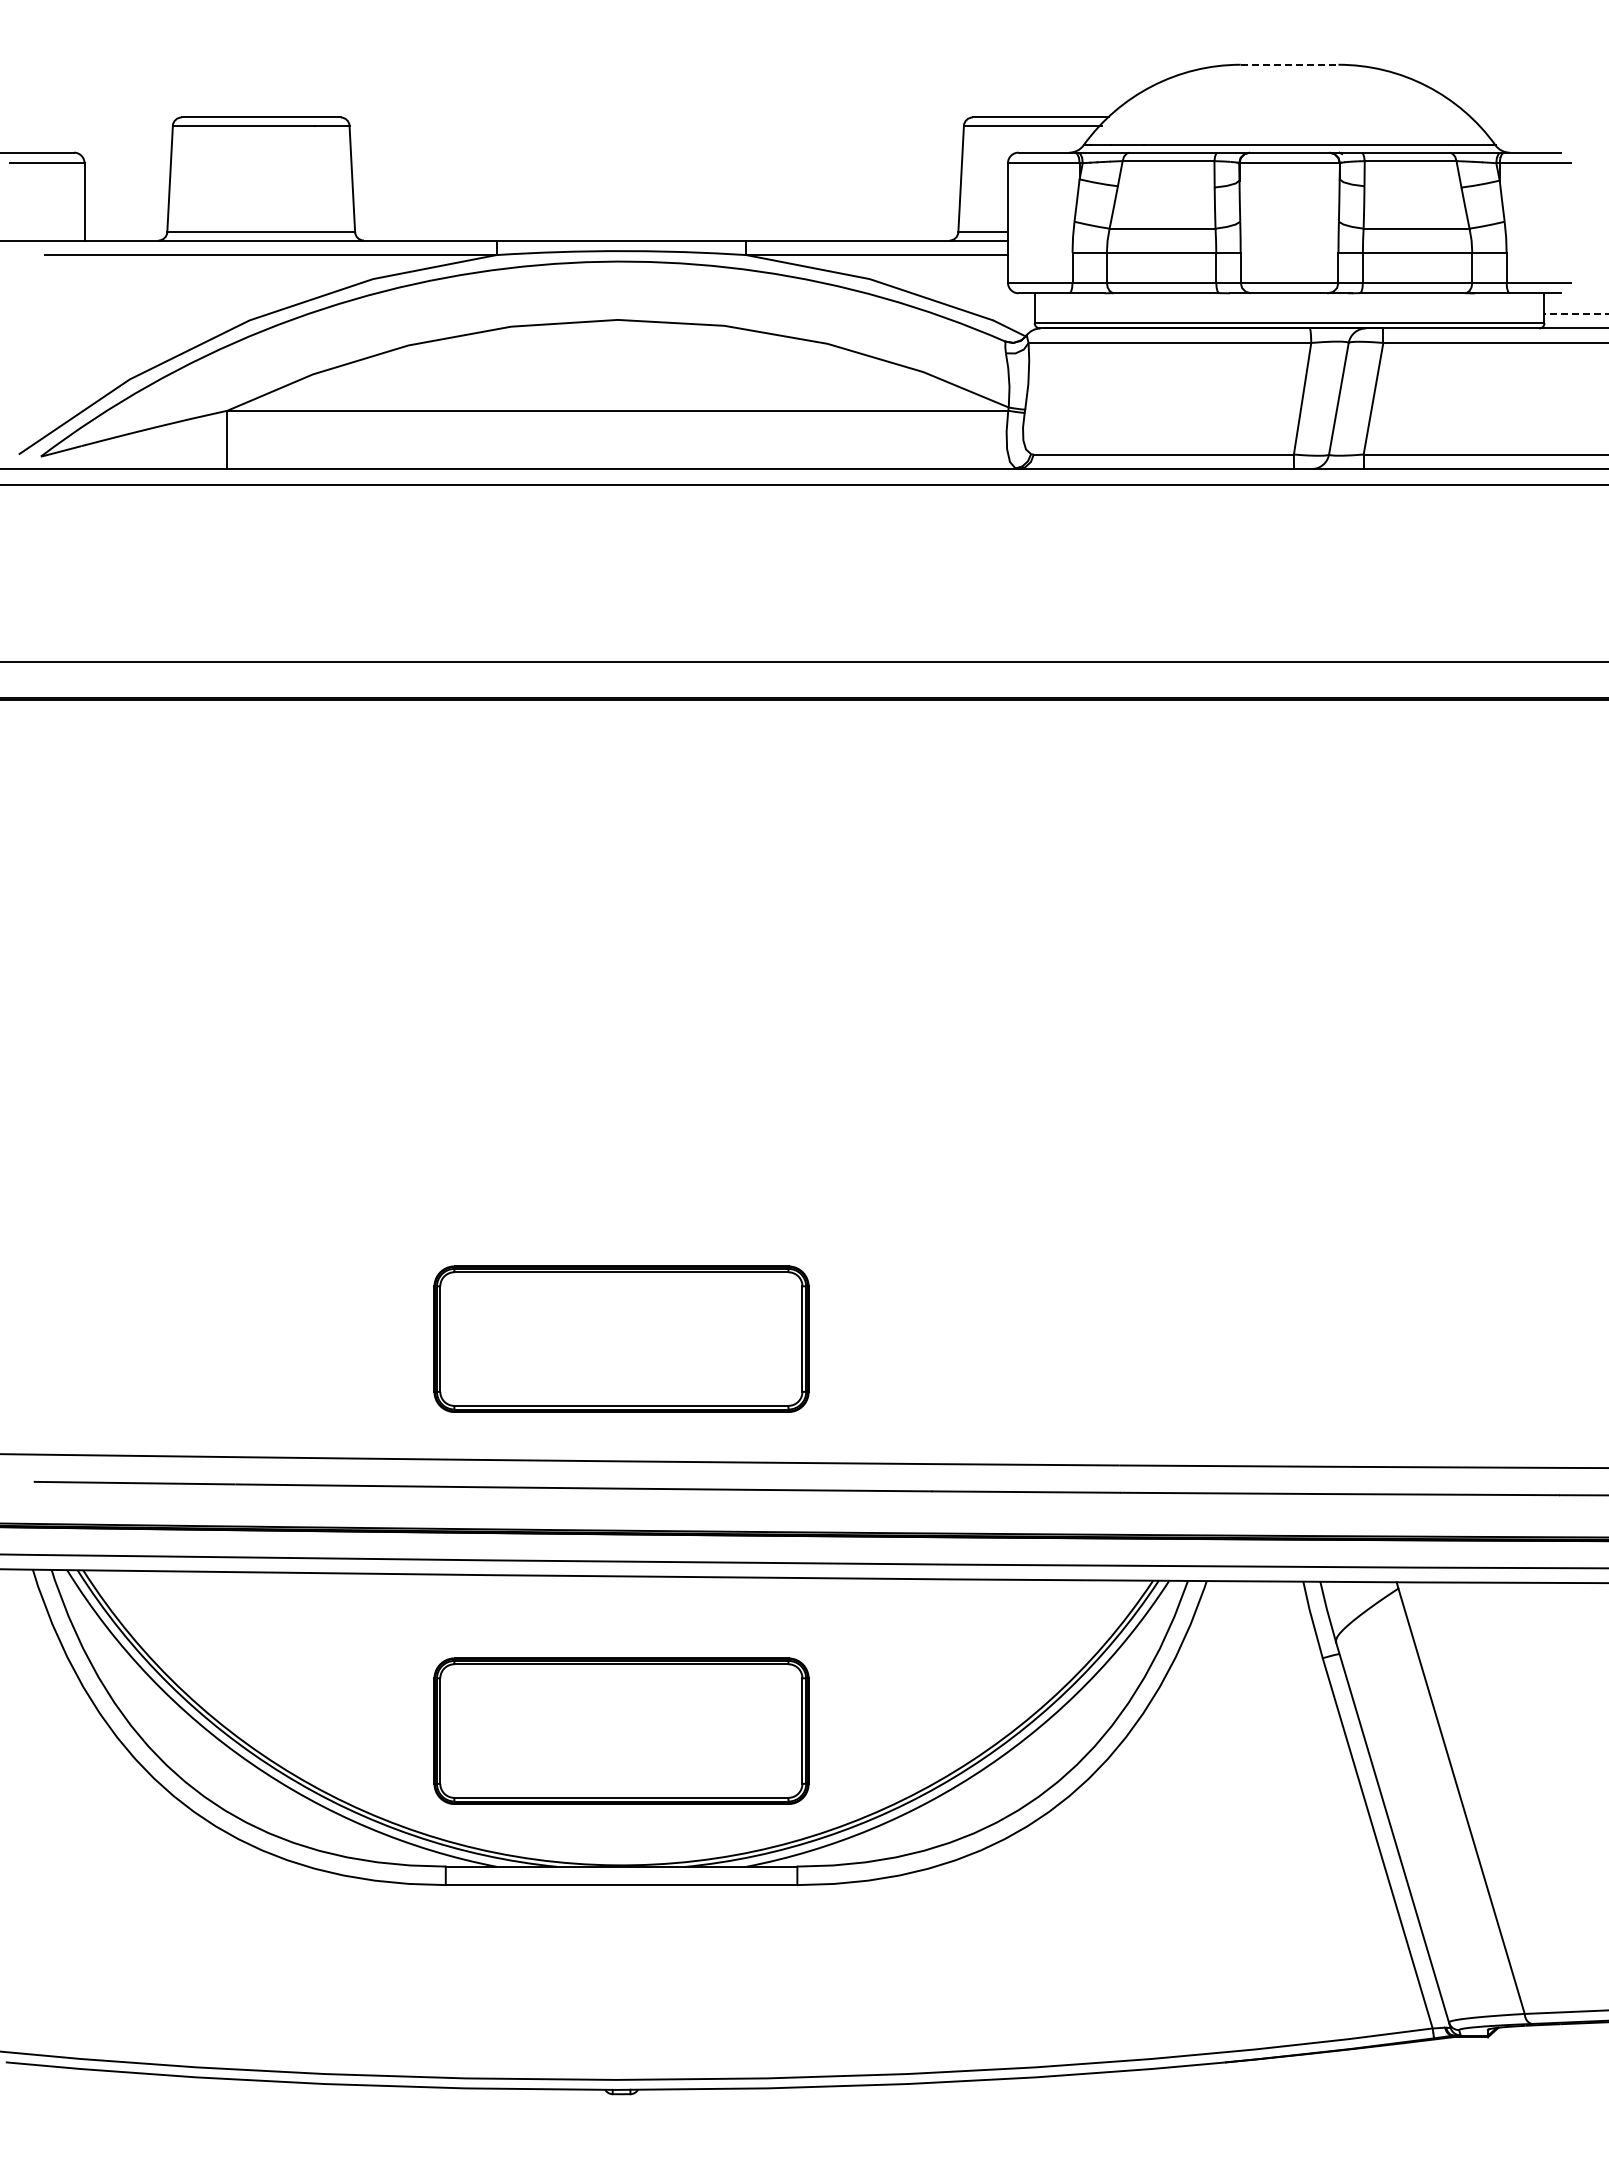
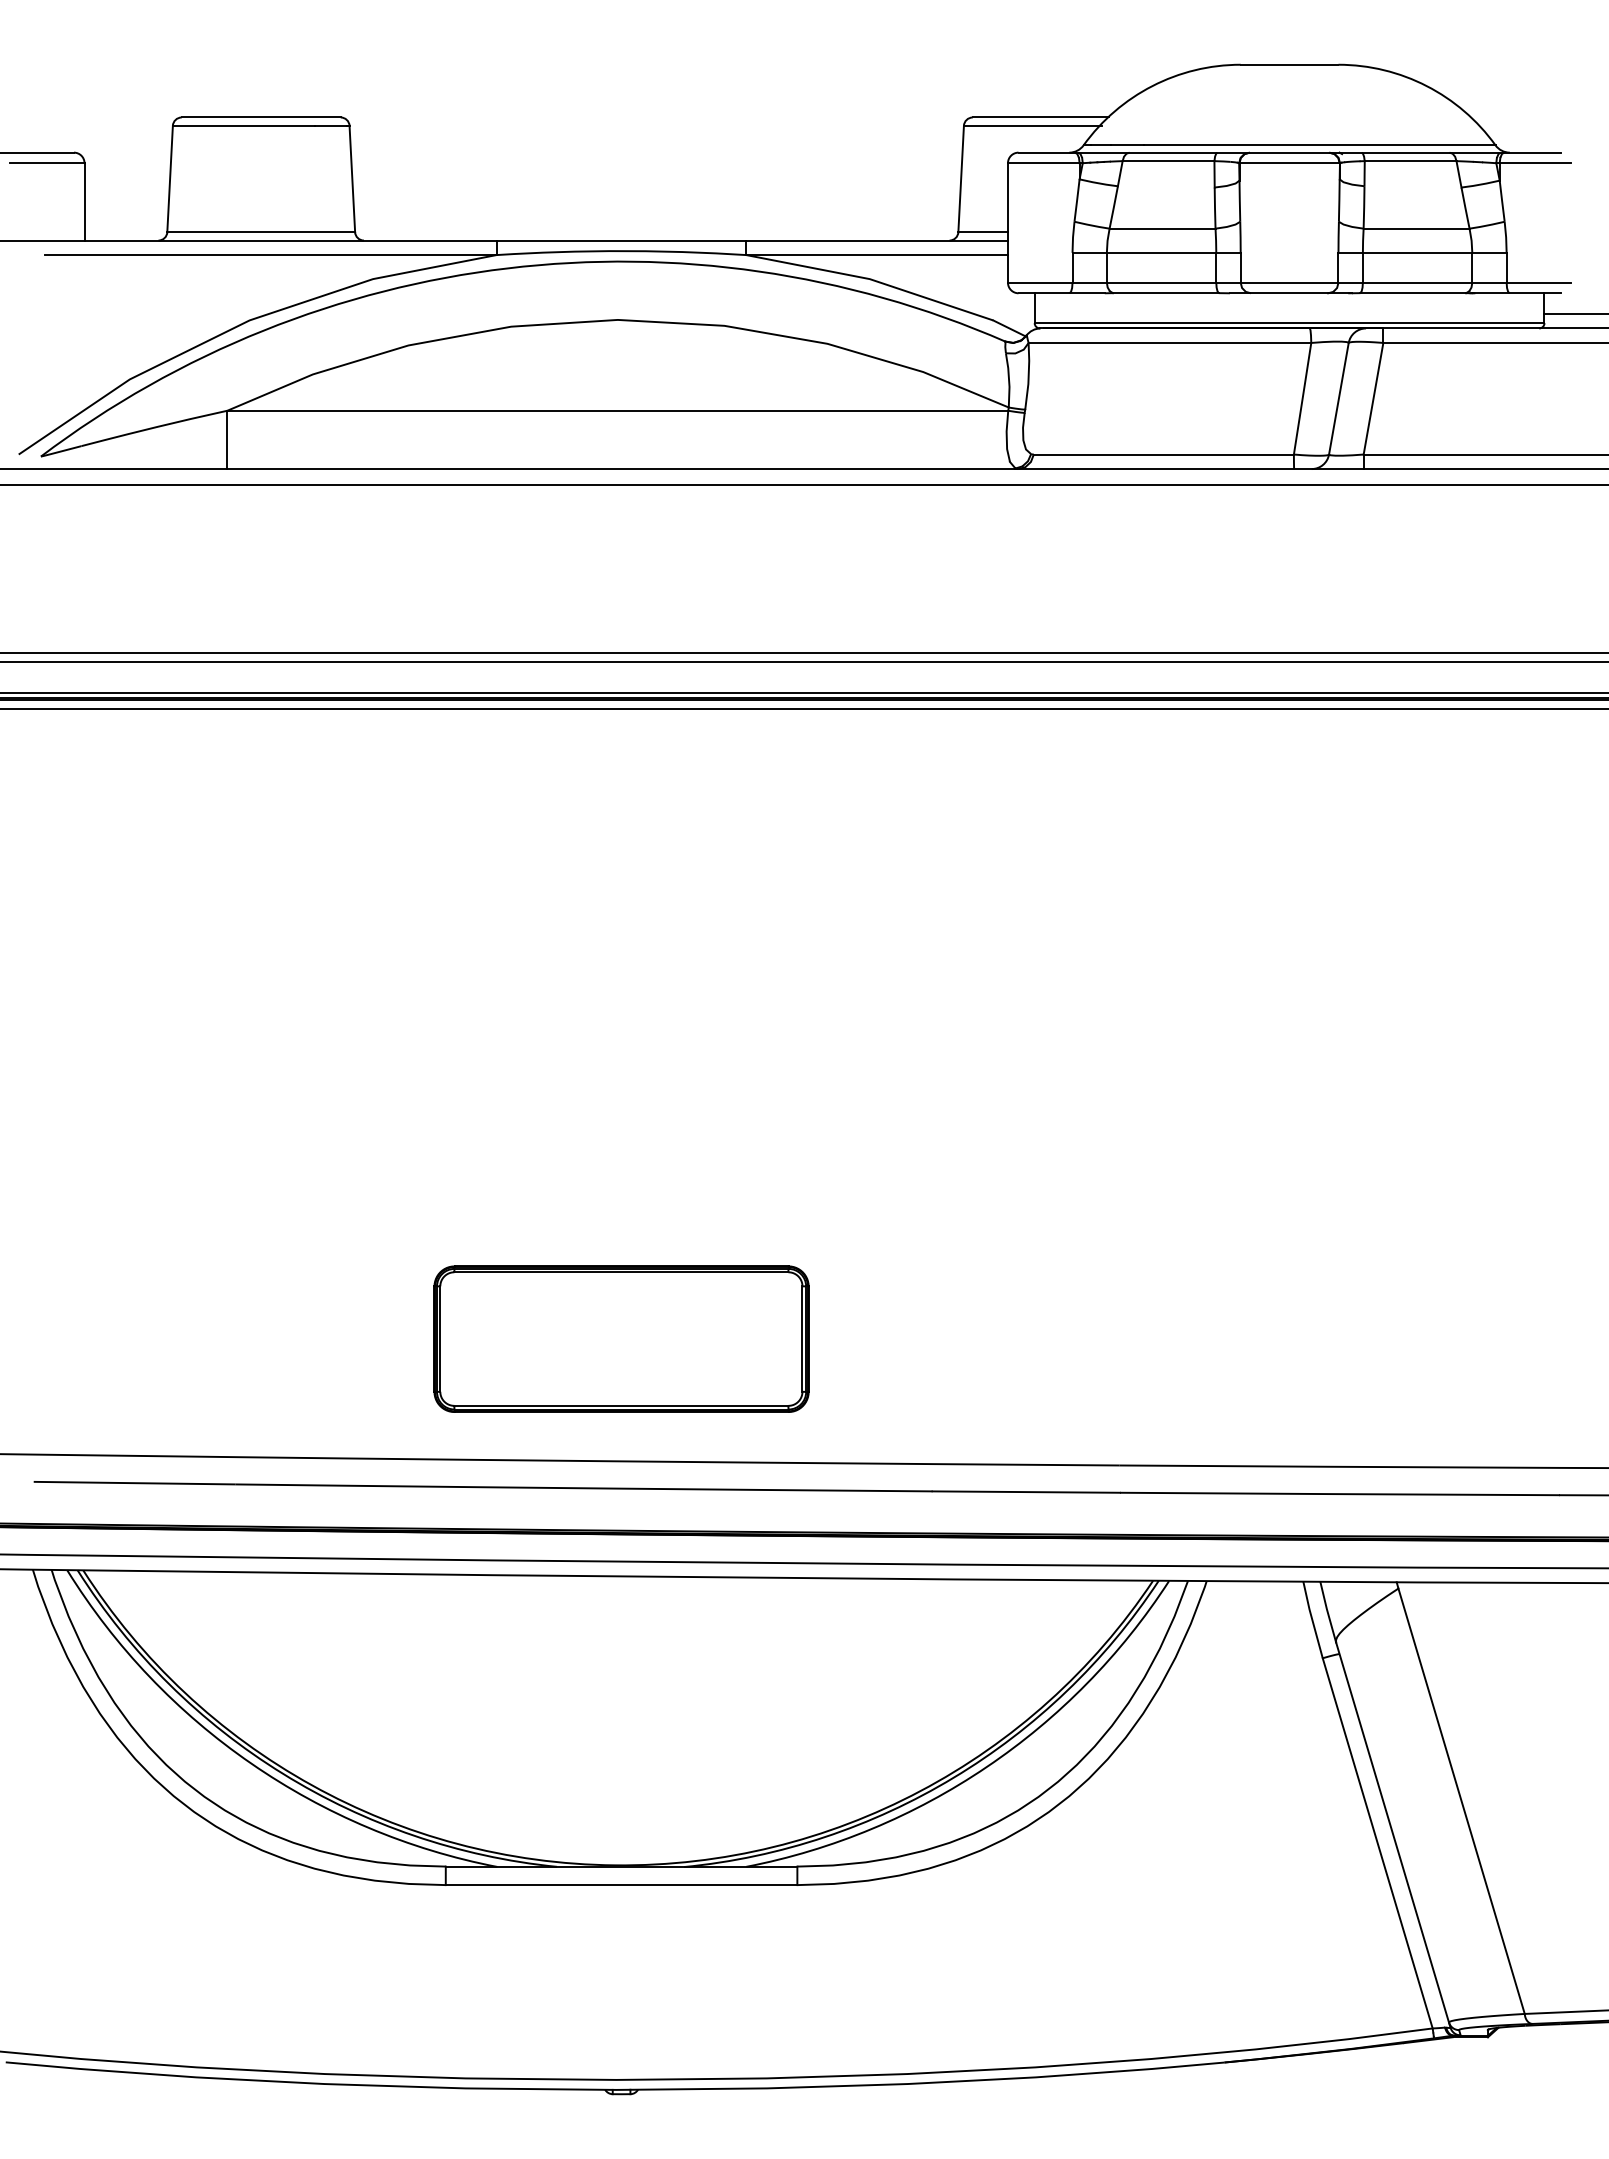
line at (1289, 64): dashed -> solid
line at (1576, 313): dashed -> solid
line at (803, 653): none -> present
line at (803, 692): none -> present
line at (803, 708): none -> present
part at (621, 1730): present -> none
